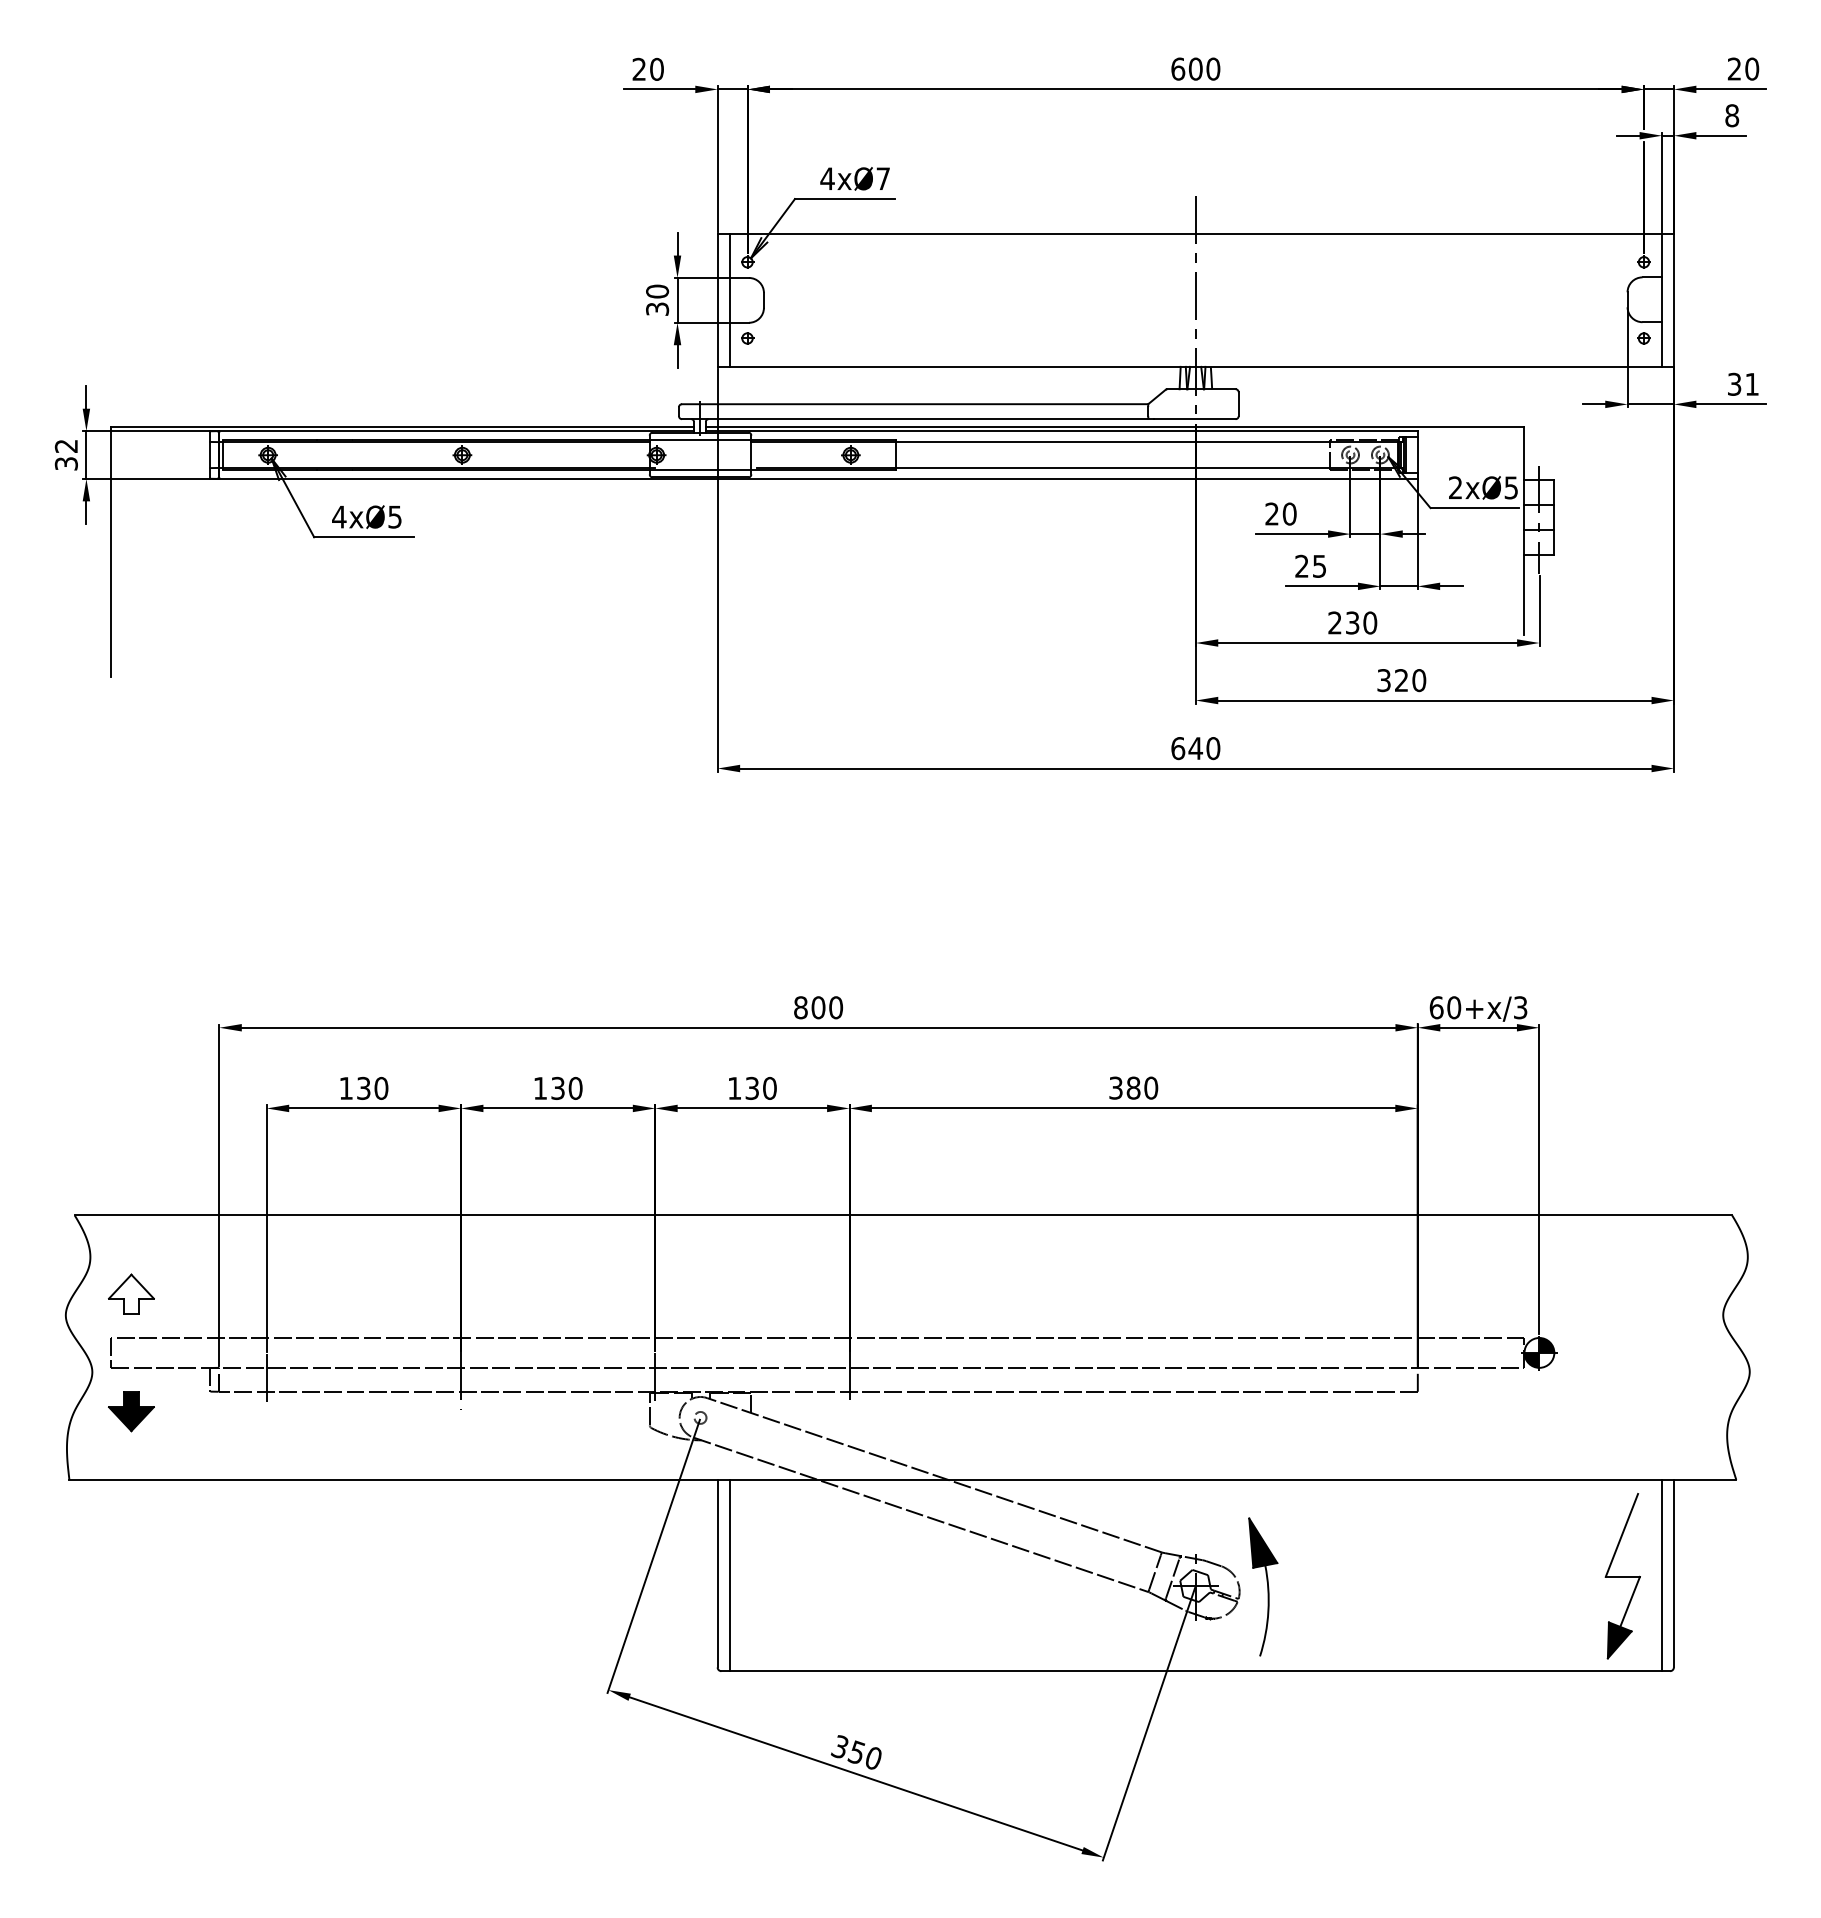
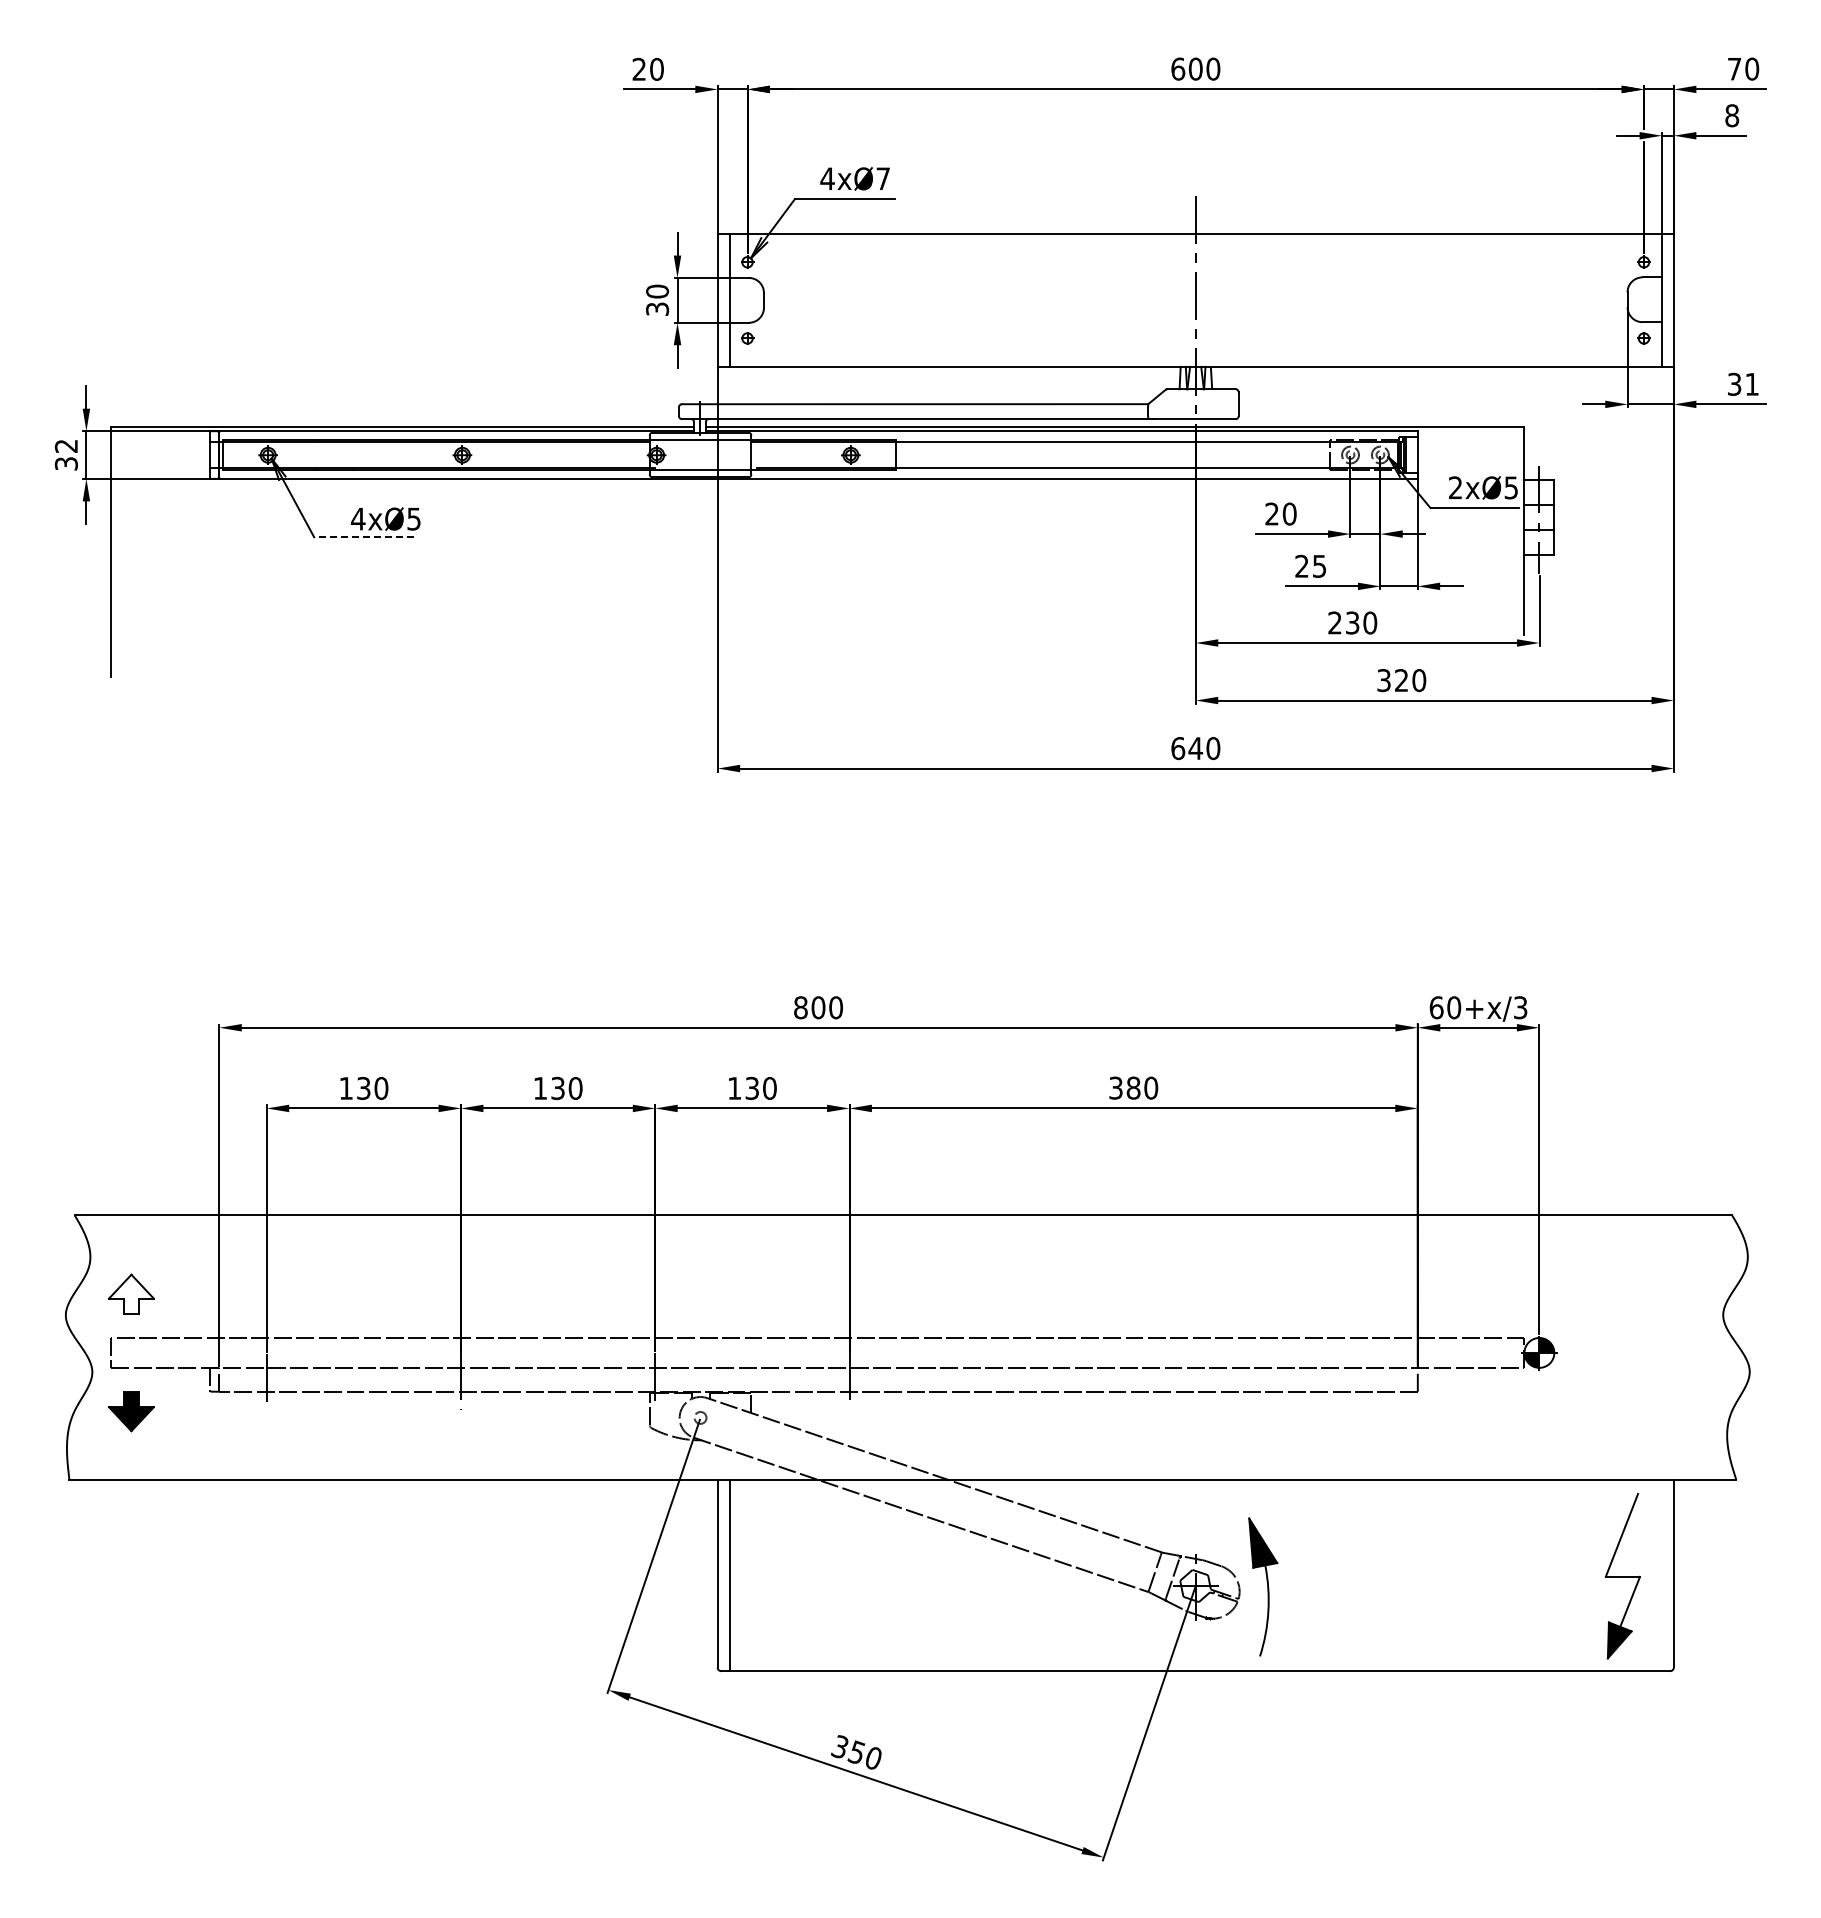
text at (1734, 68): 20 -> 70
text at (366, 516) position: (366, 516) -> (385, 518)
line at (363, 537): solid -> dashed
line at (1661, 1575): present -> none
